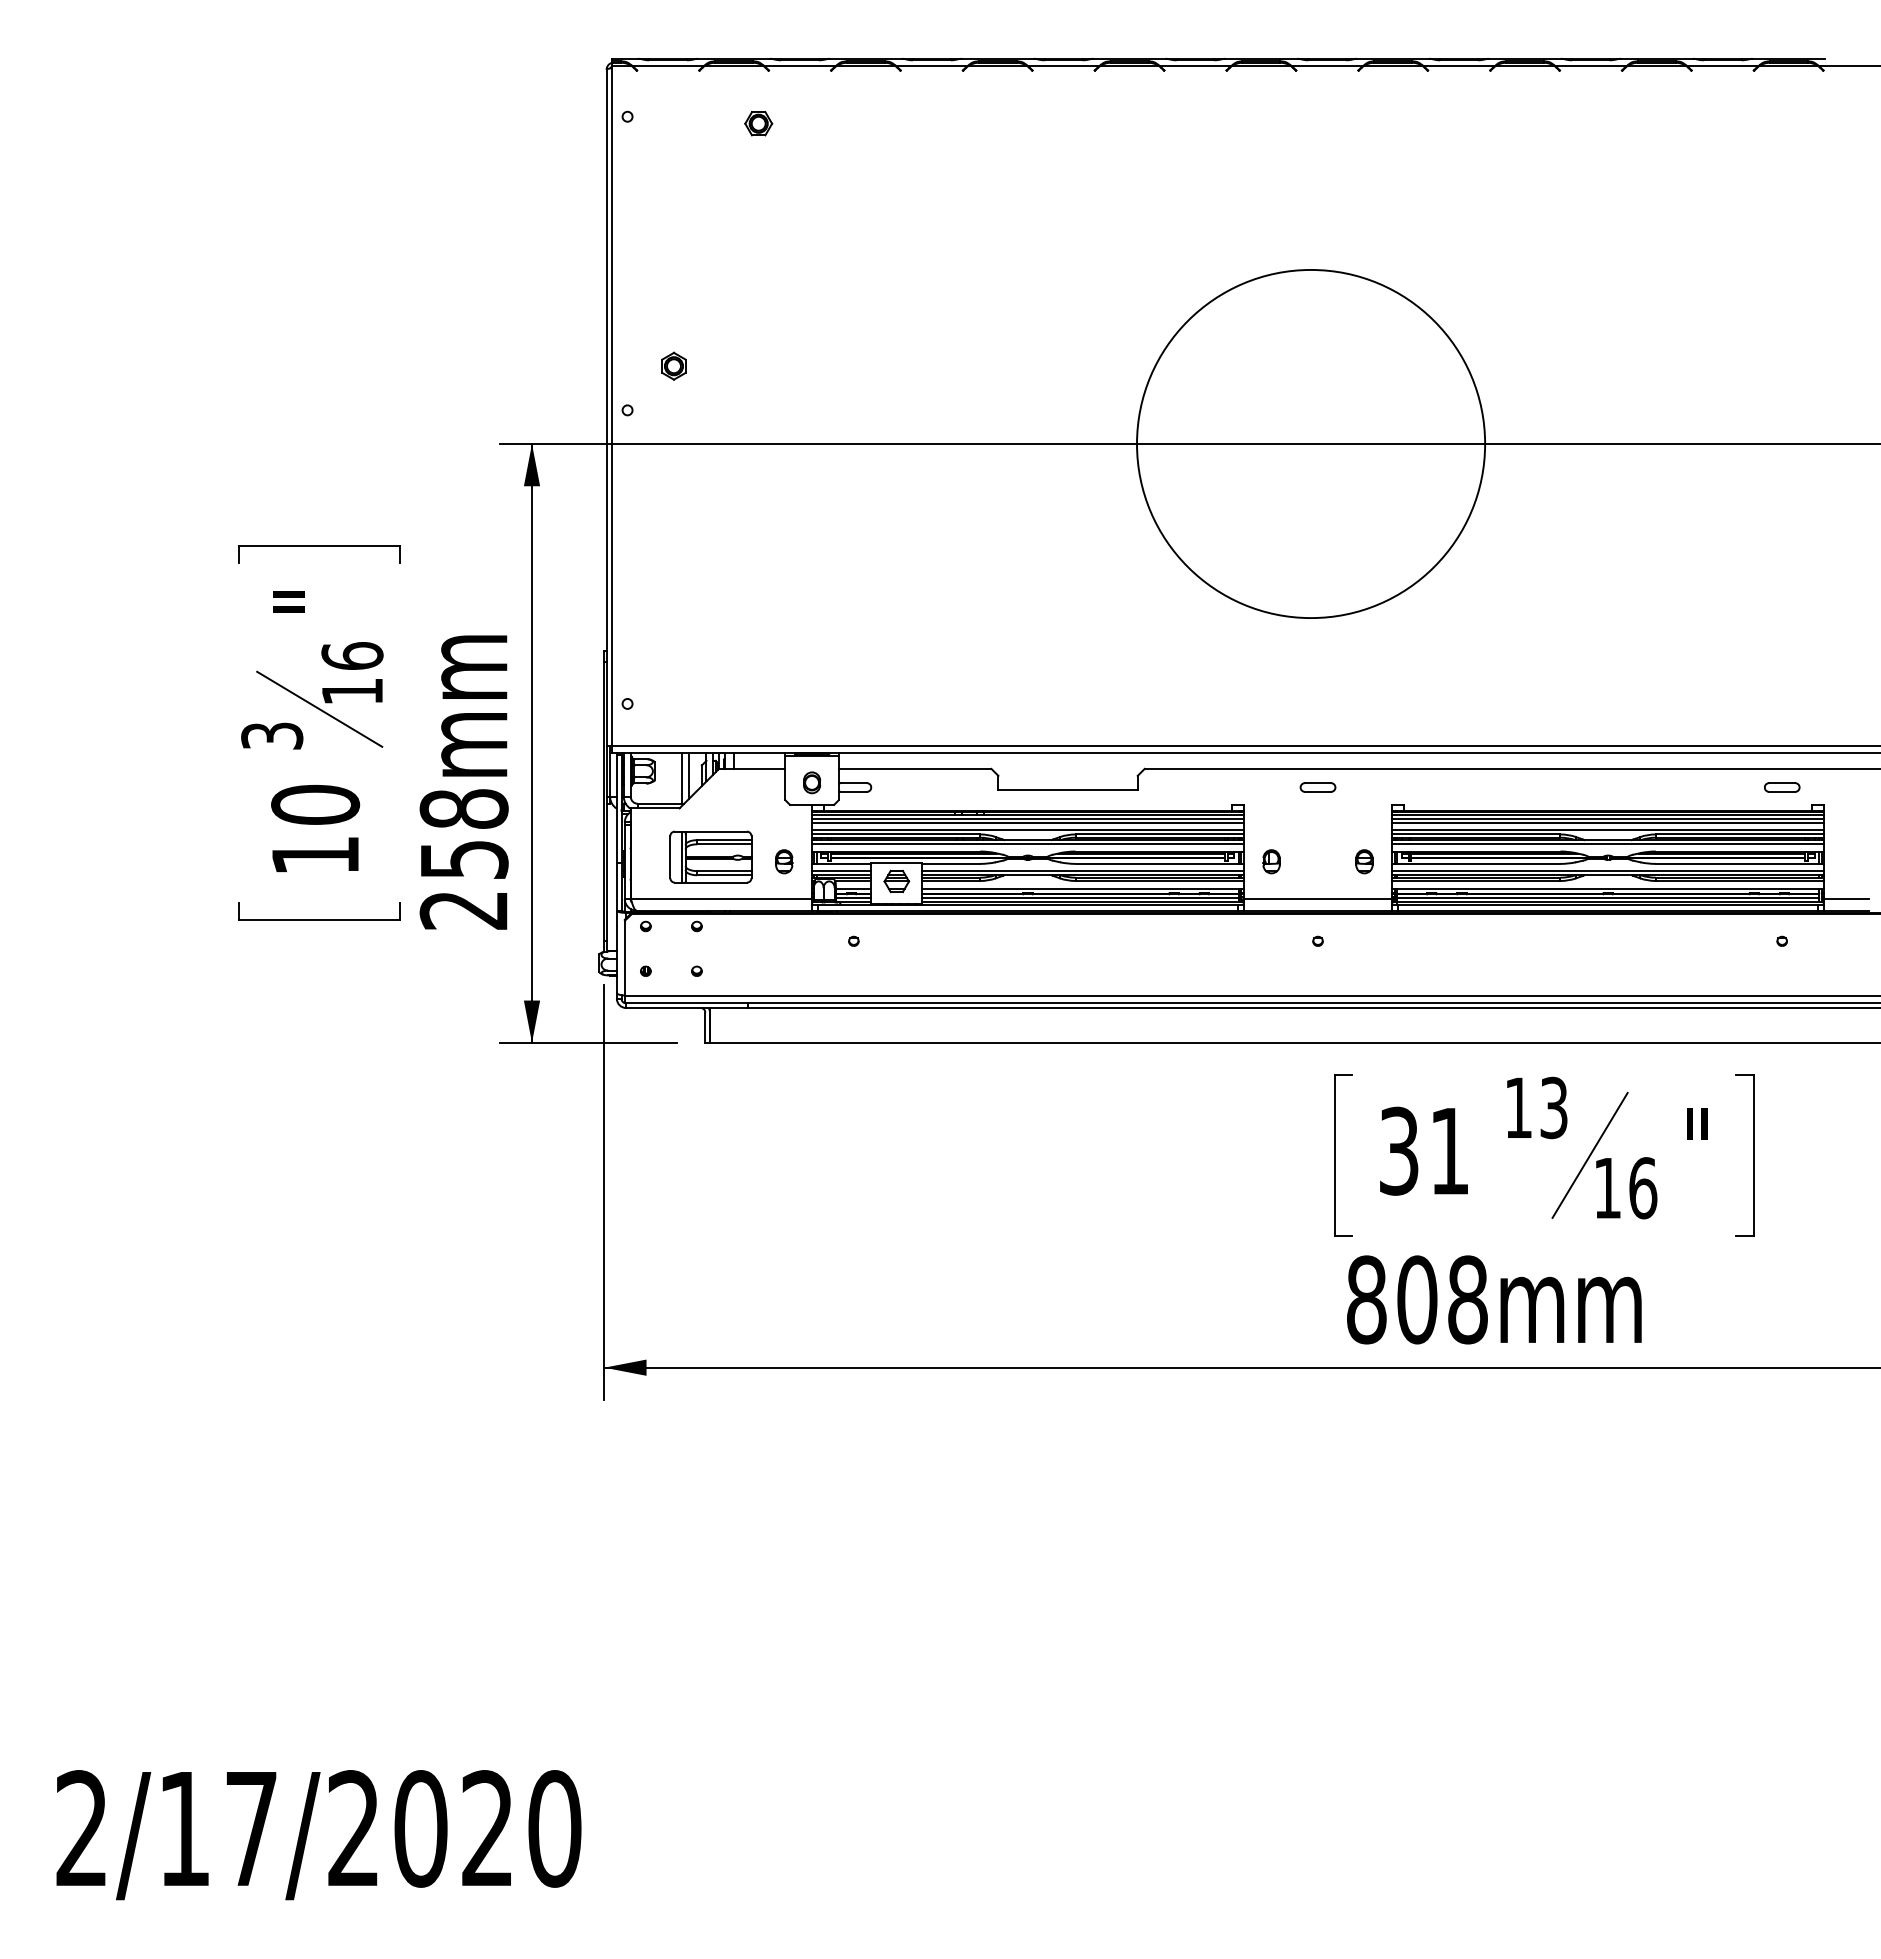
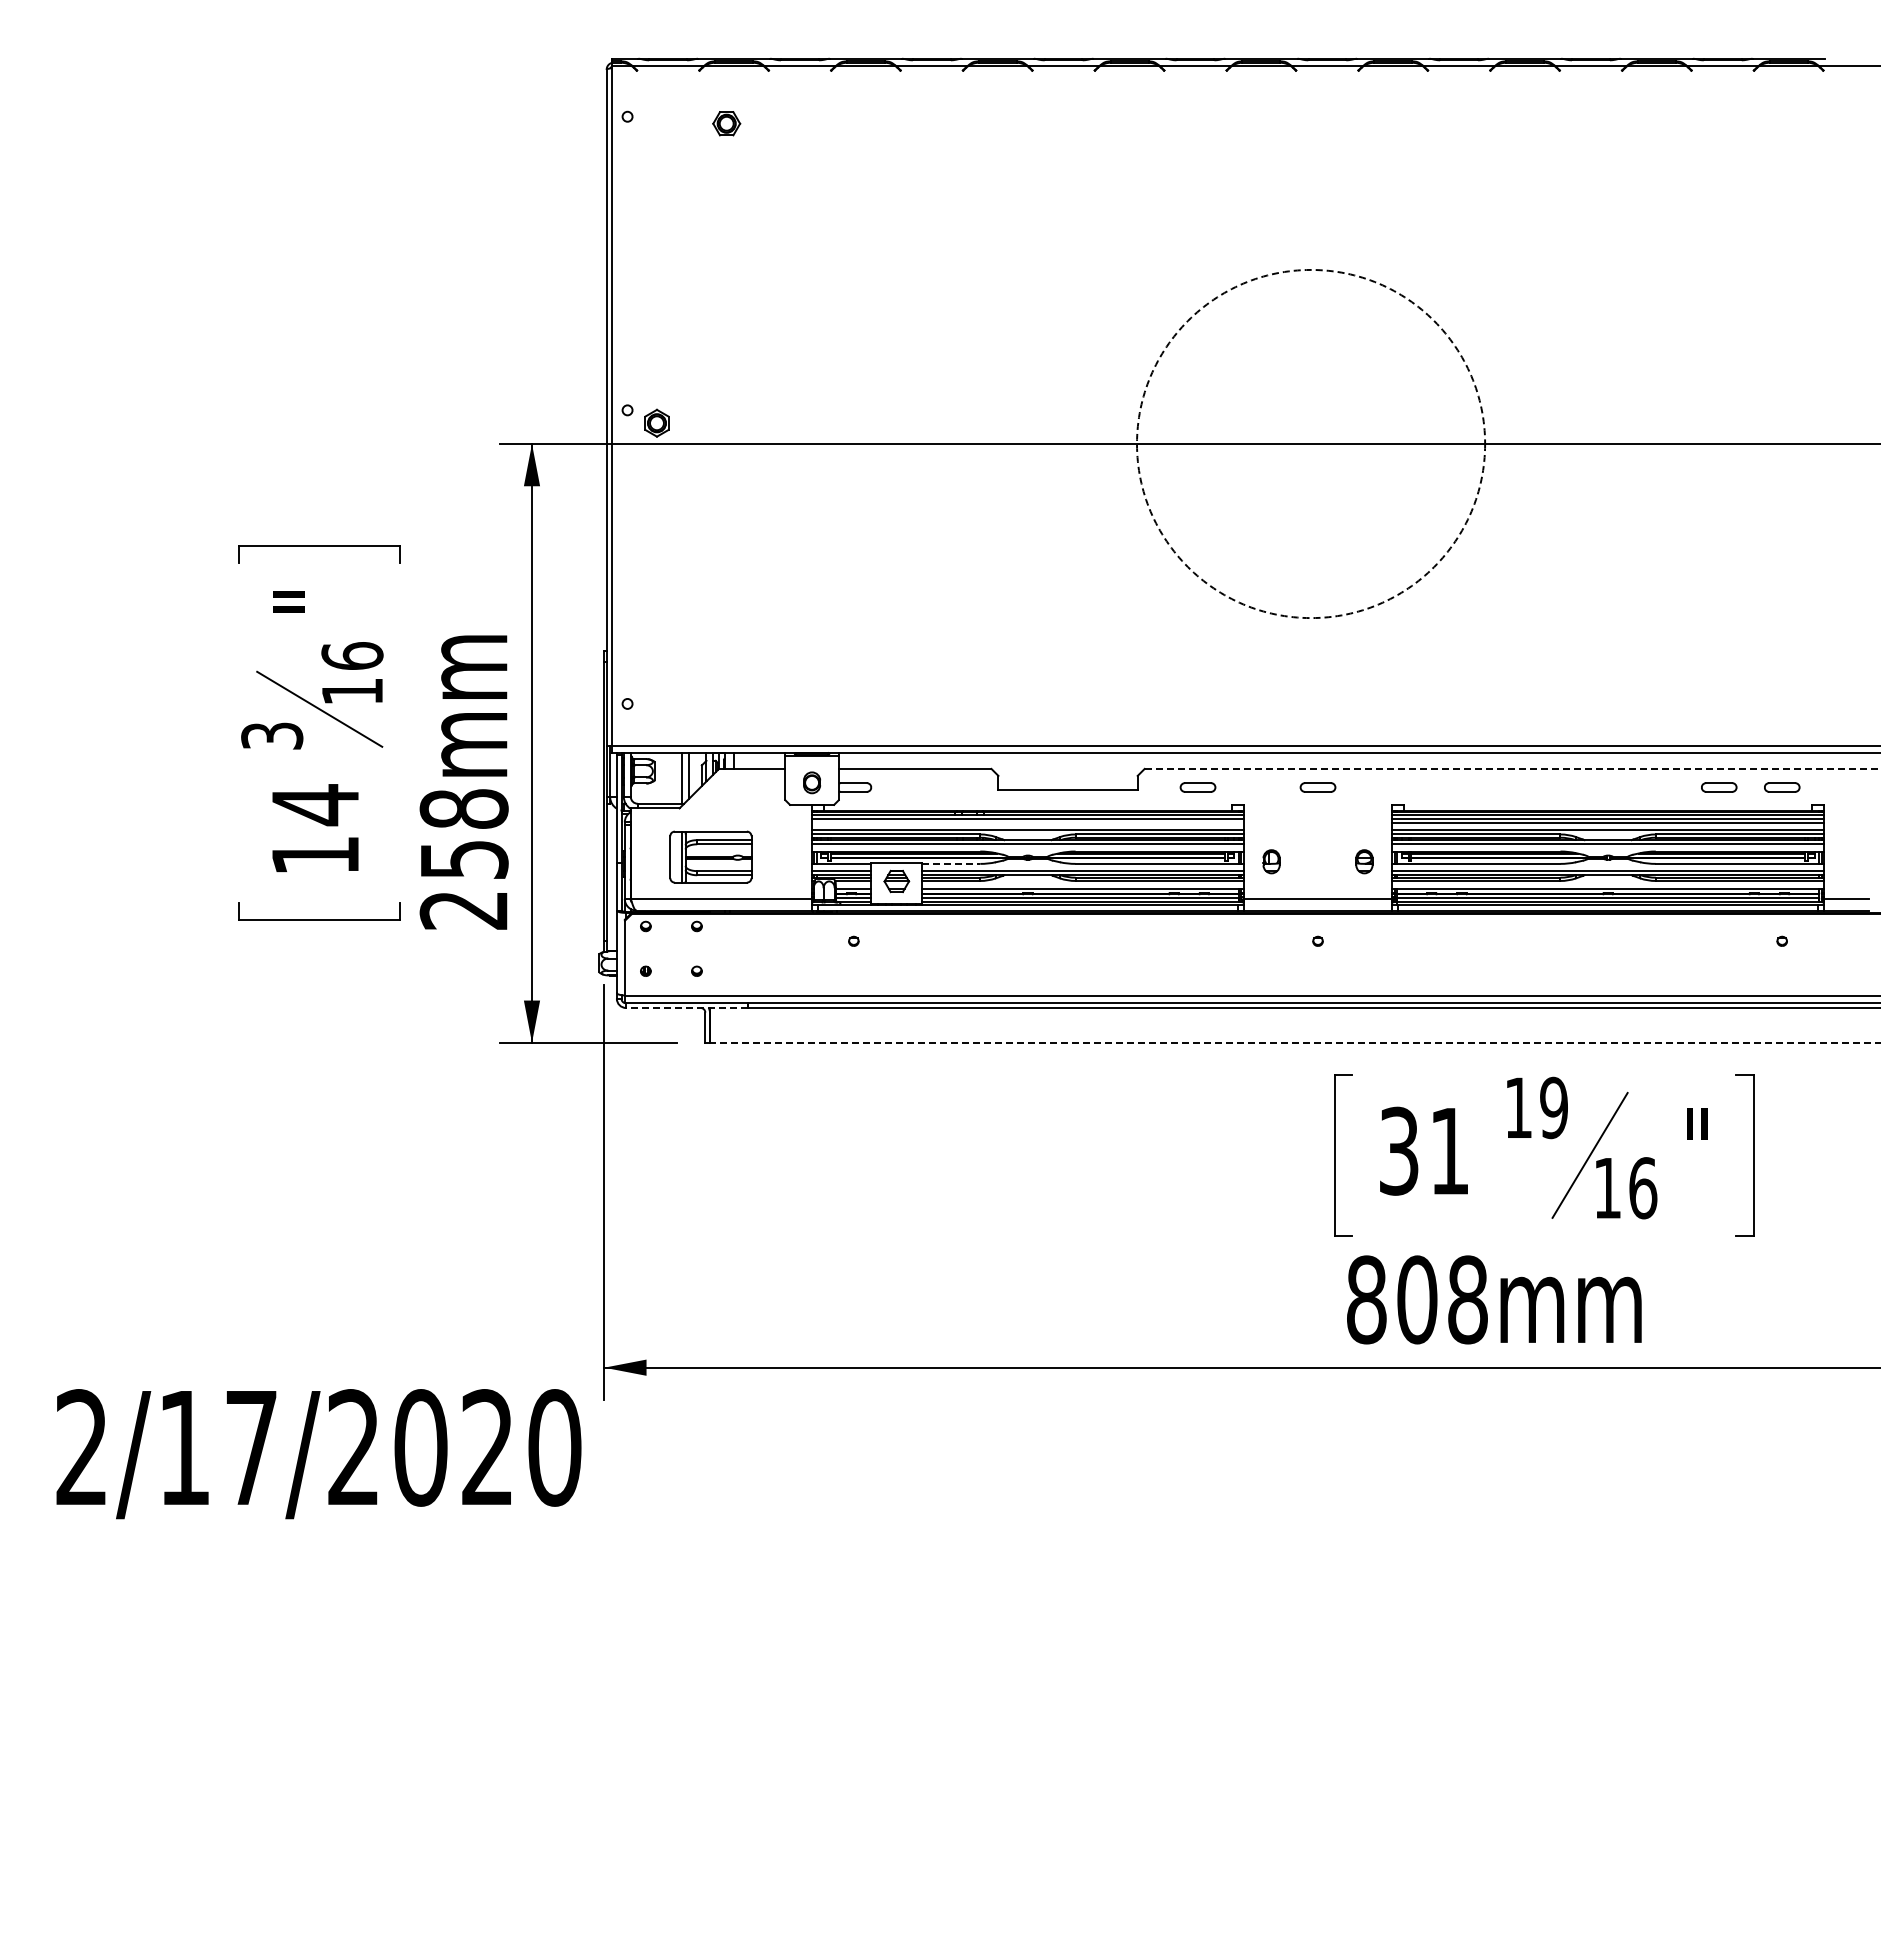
part at (758, 123) position: (758, 123) -> (726, 123)
part at (673, 365) position: (673, 365) -> (656, 422)
circle at (1311, 443): solid -> dashed
line at (1512, 768): solid -> dashed
part at (1197, 787): none -> present
part at (1719, 787): none -> present
text at (315, 805): 10 -> 14
line at (1027, 823): present -> none
part at (784, 861): present -> none
line at (951, 863): solid -> dashed
line at (686, 1007): solid -> dashed
line at (1294, 1042): solid -> dashed
text at (1553, 1107): 13 -> 19
text at (318, 1835) position: (318, 1835) -> (318, 1454)
